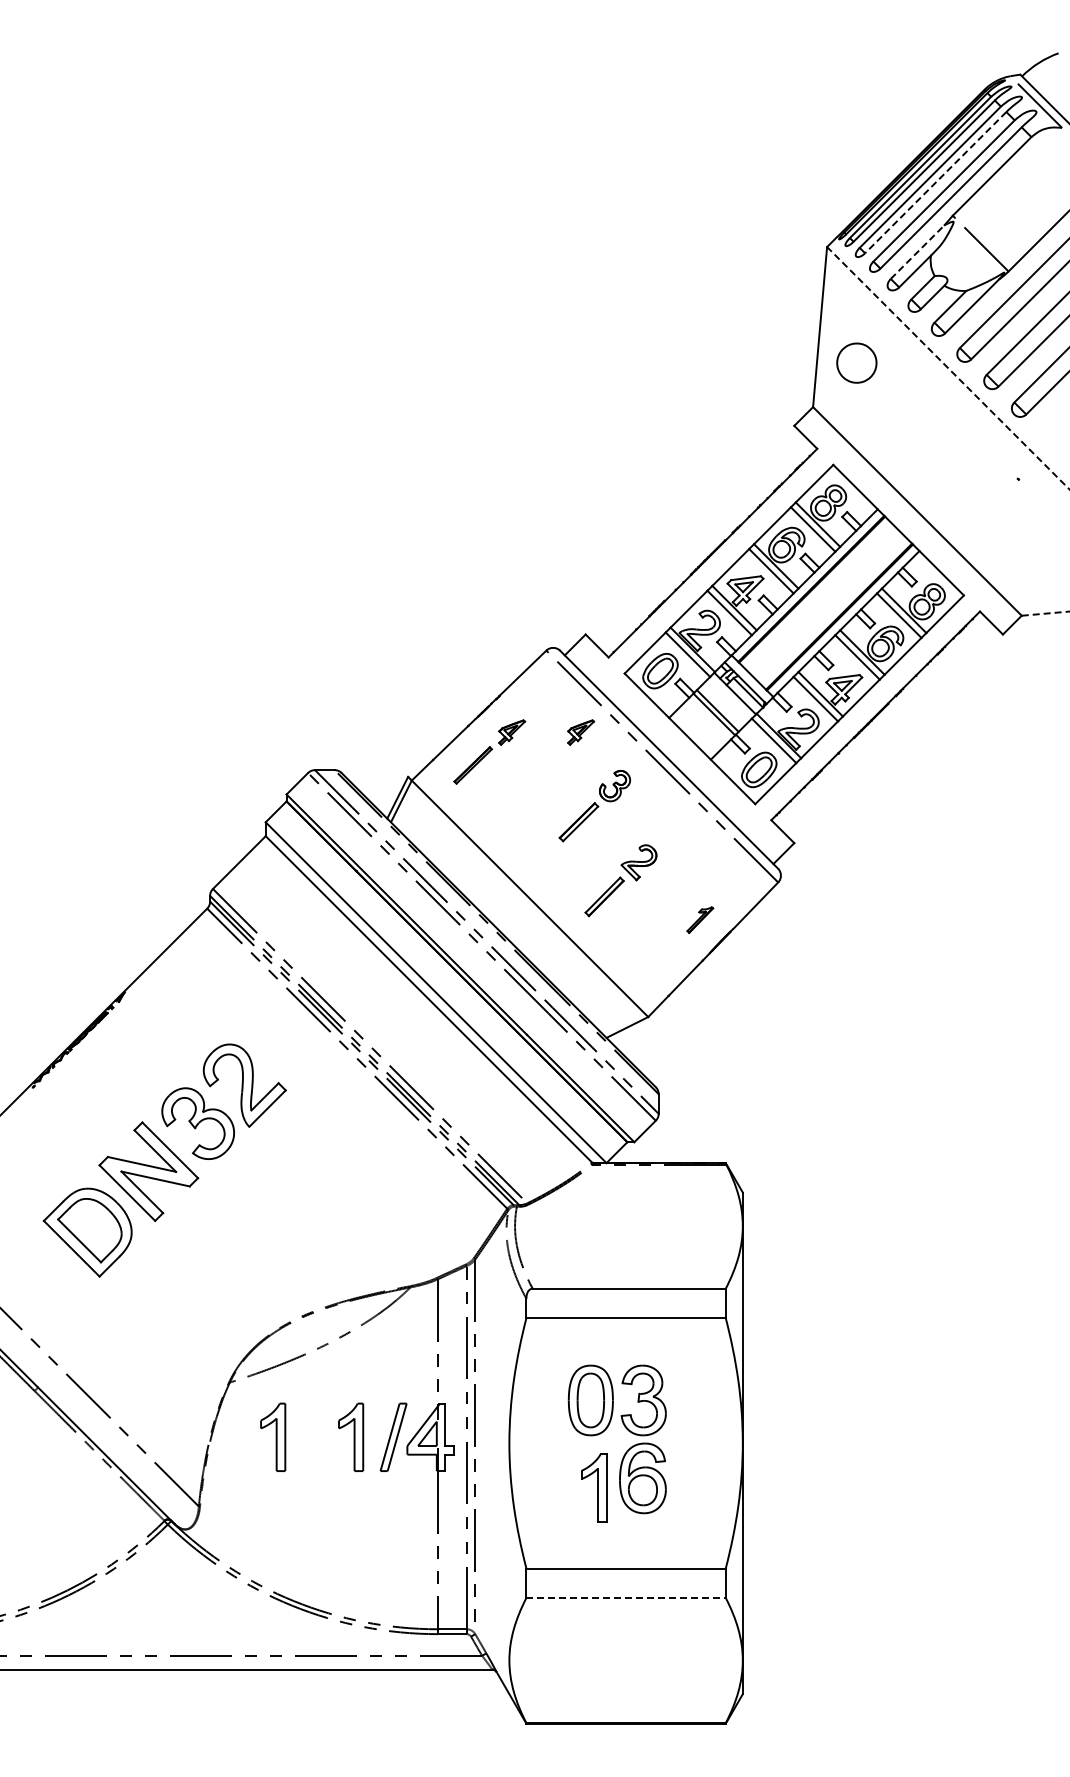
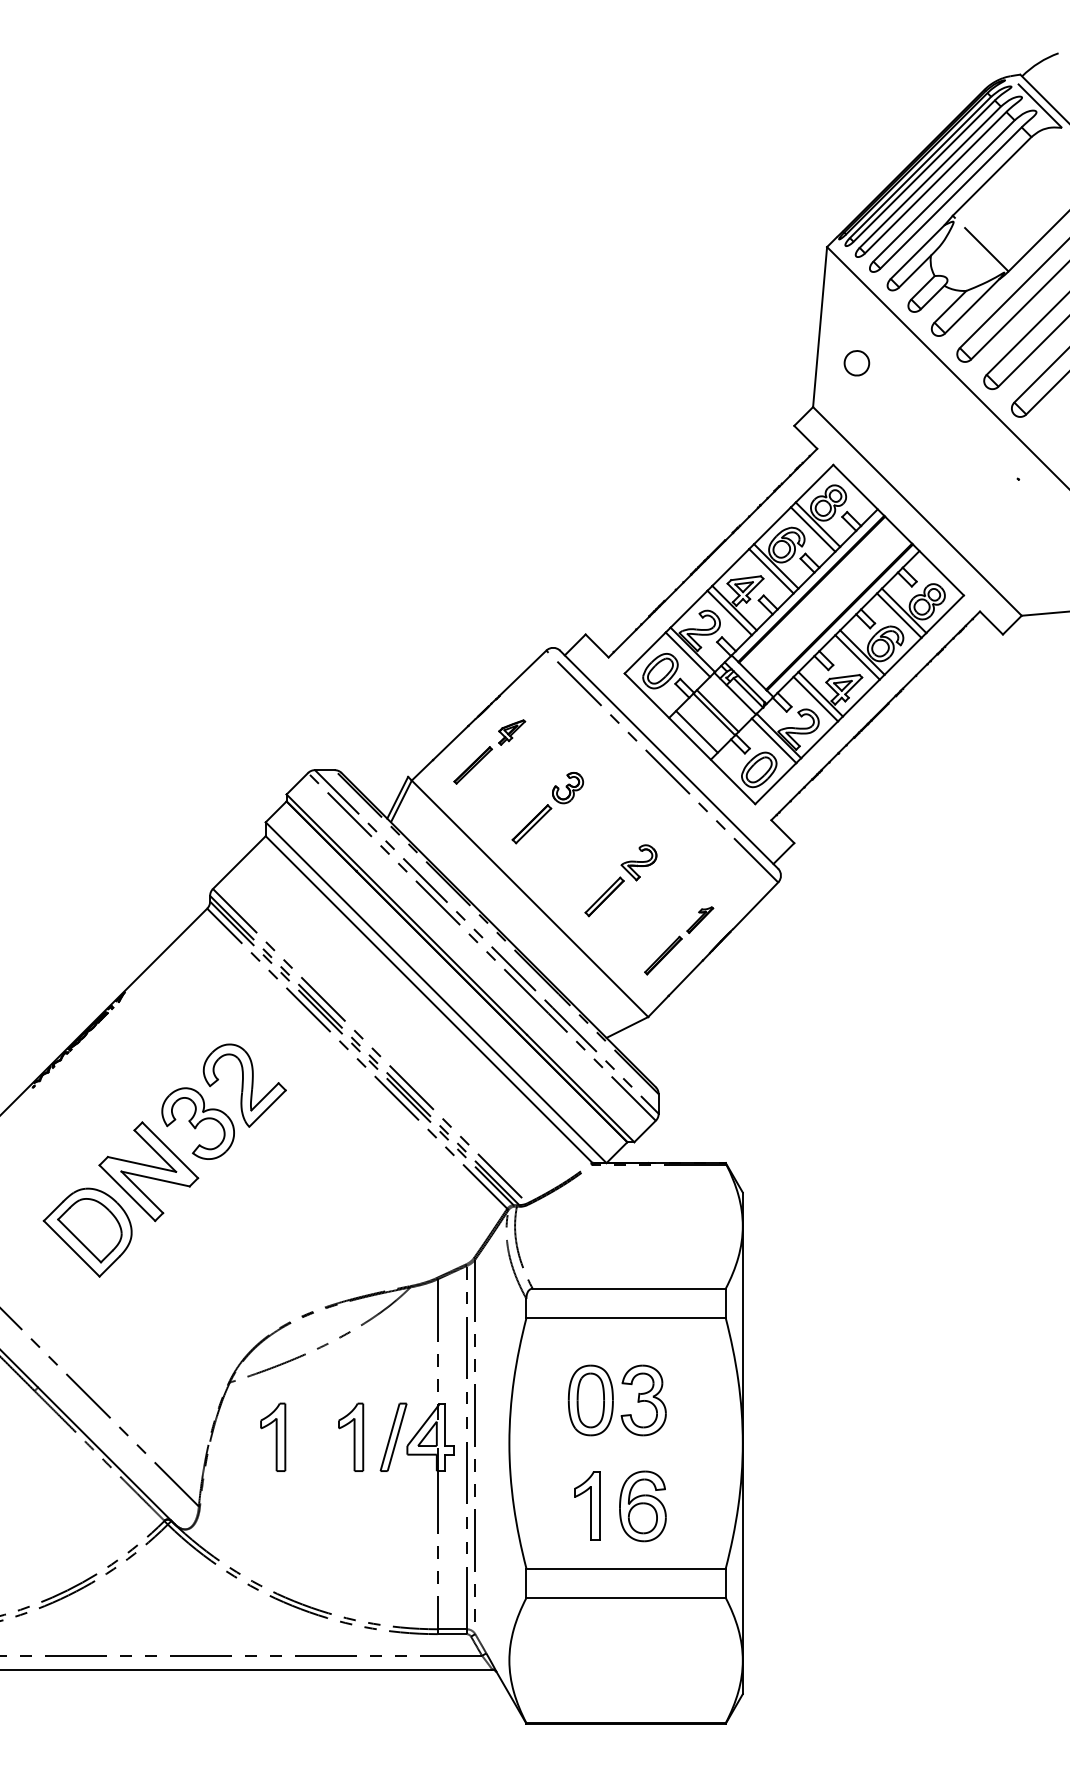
line at (935, 182): dashed -> solid
line at (918, 251): dashed -> solid
part at (856, 362) size: 42x42 px -> 28x27 px
line at (947, 367): dashed -> solid
line at (1045, 613): dashed -> solid
line at (696, 731): none -> present
part at (581, 732): present -> none
part at (594, 806) position: (594, 806) -> (547, 808)
part at (663, 955): none -> present
part at (642, 1478) position: (642, 1478) -> (642, 1506)
part at (594, 1487) position: (594, 1487) -> (587, 1505)
line at (626, 1597): dashed -> solid
